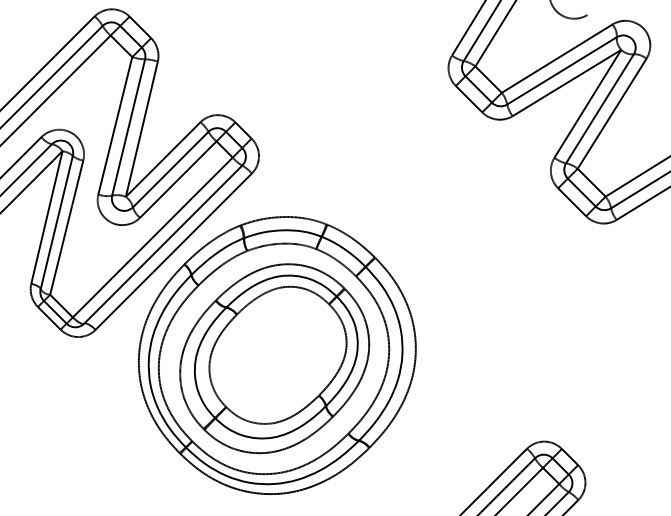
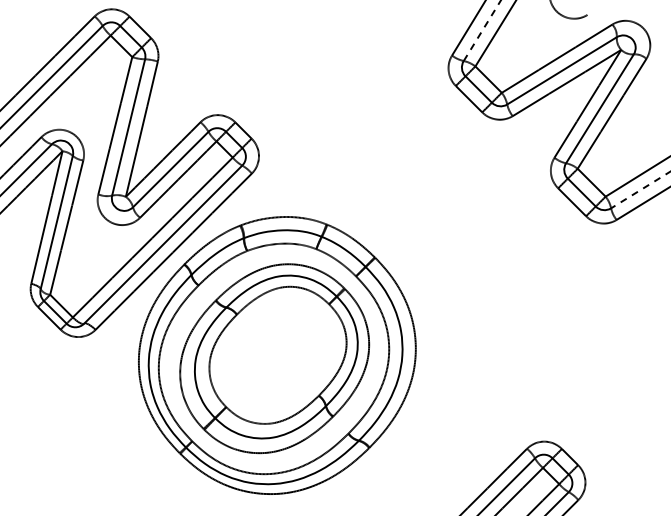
line at (482, 30): solid -> dashed
line at (640, 189): solid -> dashed
